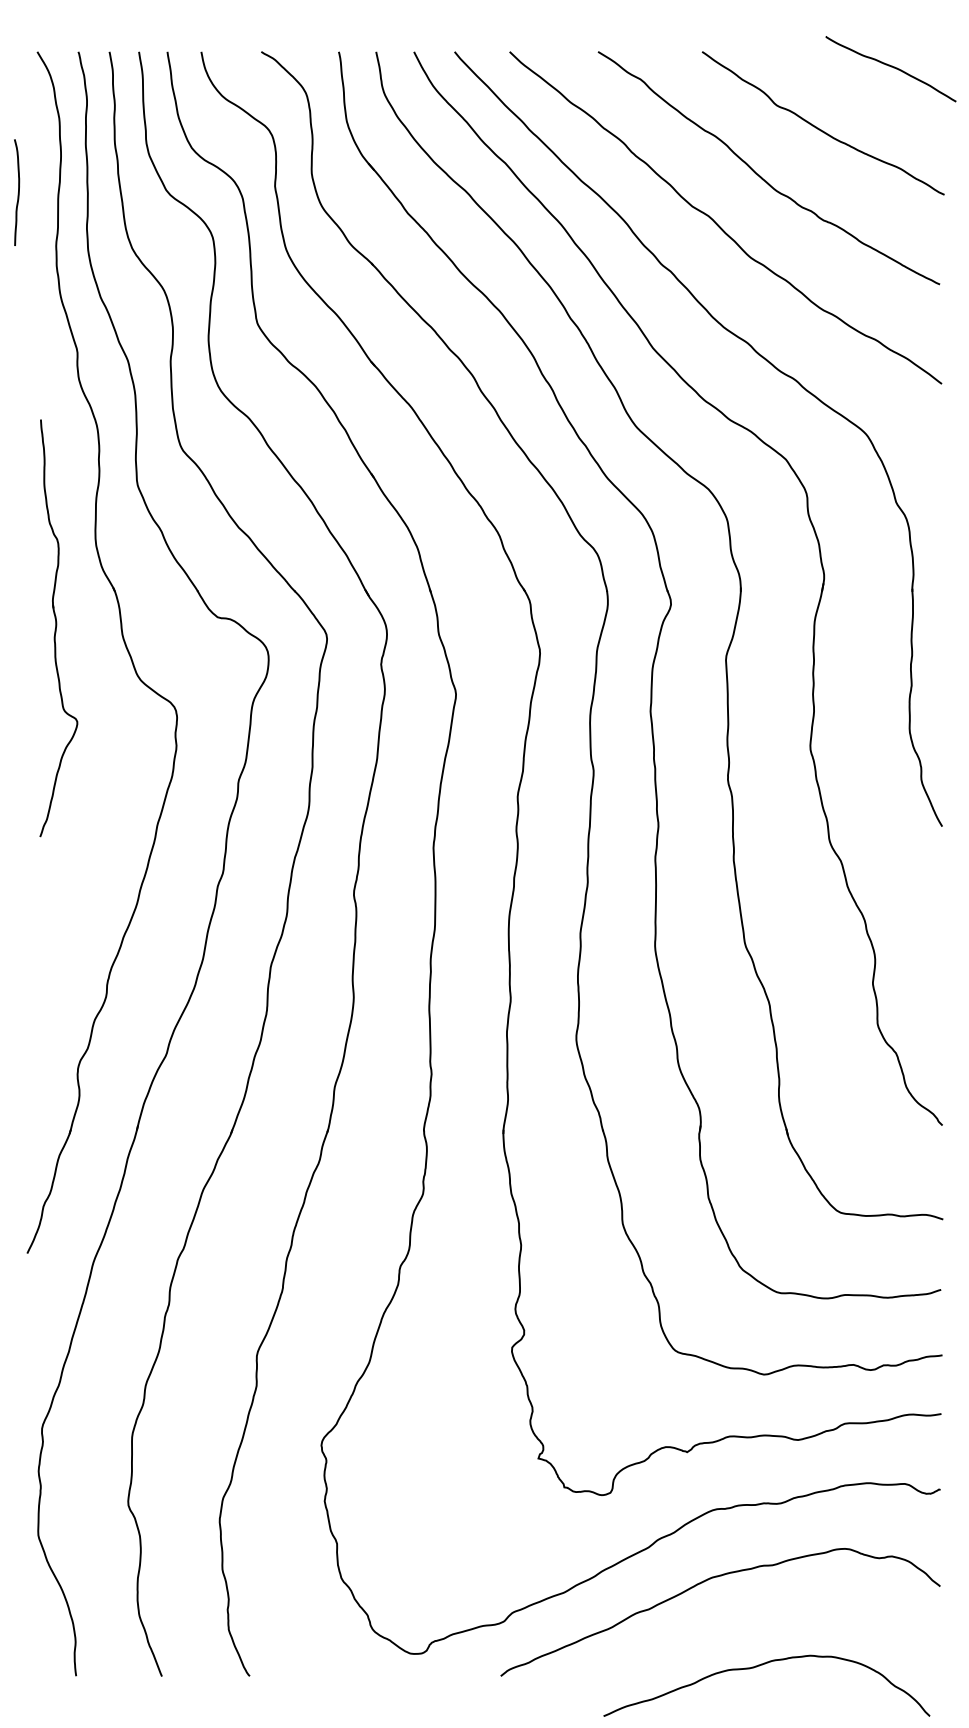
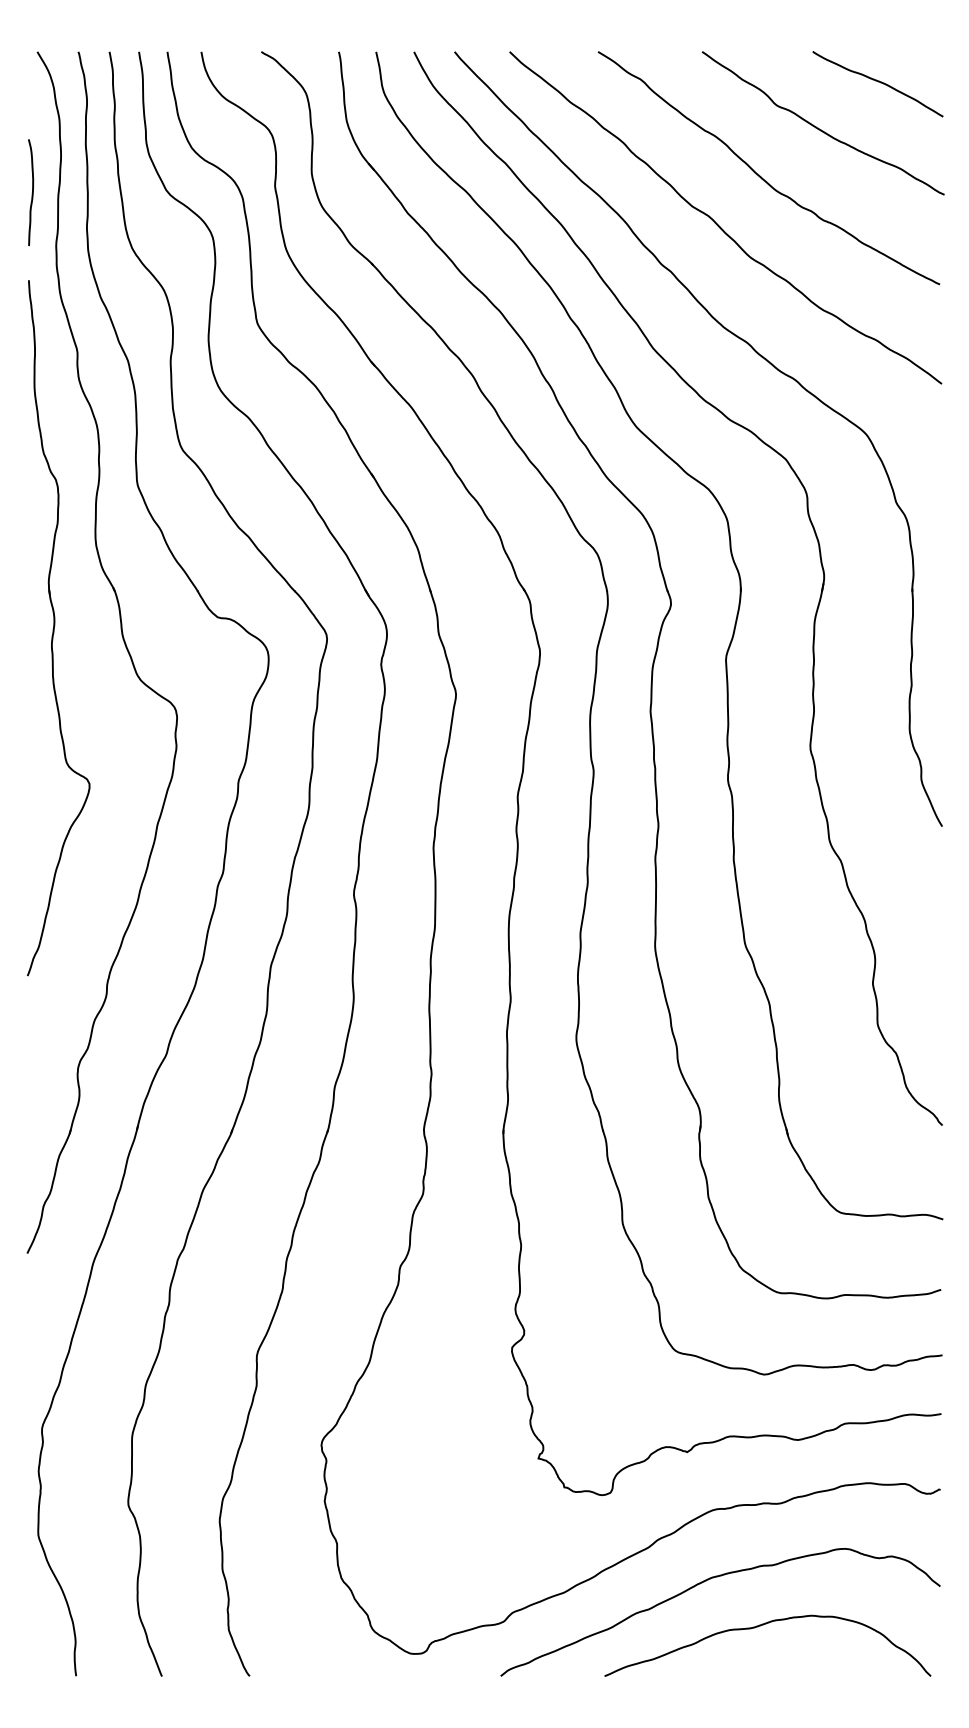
curve at (891, 67) position: (891, 67) -> (878, 82)
curve at (18, 192) position: (18, 192) -> (32, 192)
part at (58, 628) size: 40x419 px -> 64x697 px
curve at (759, 1666) position: (759, 1666) -> (760, 1626)
